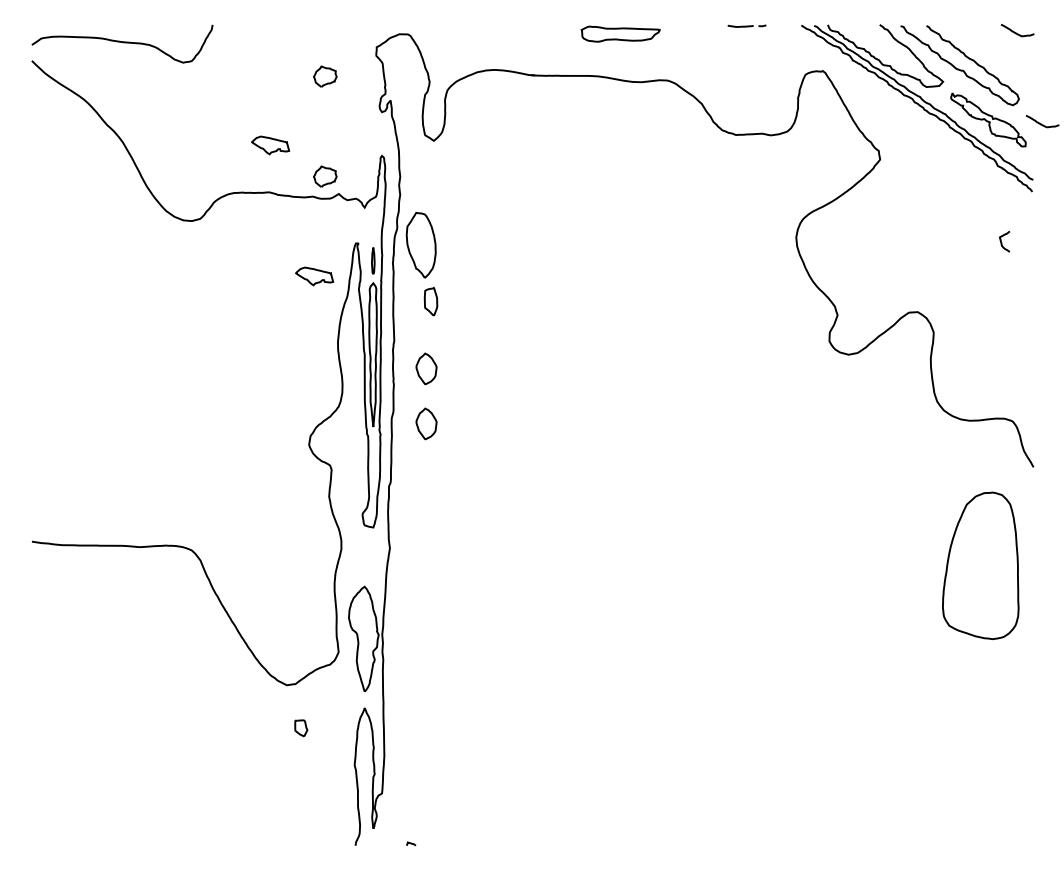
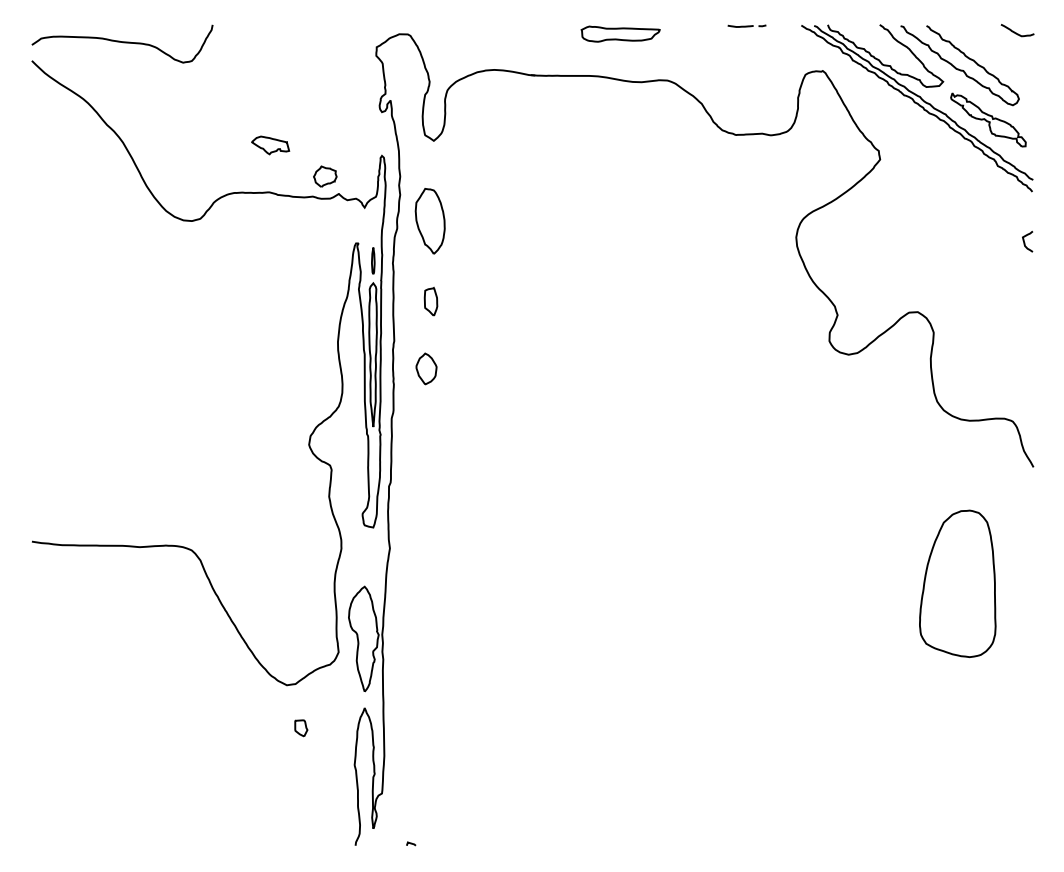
part at (325, 76): present -> none
curve at (1041, 123): present -> none
curve at (1002, 242) position: (1002, 242) -> (1025, 242)
part at (420, 245) position: (420, 245) -> (429, 221)
part at (314, 276): present -> none
part at (426, 423): present -> none
part at (980, 565) position: (980, 565) -> (957, 583)
